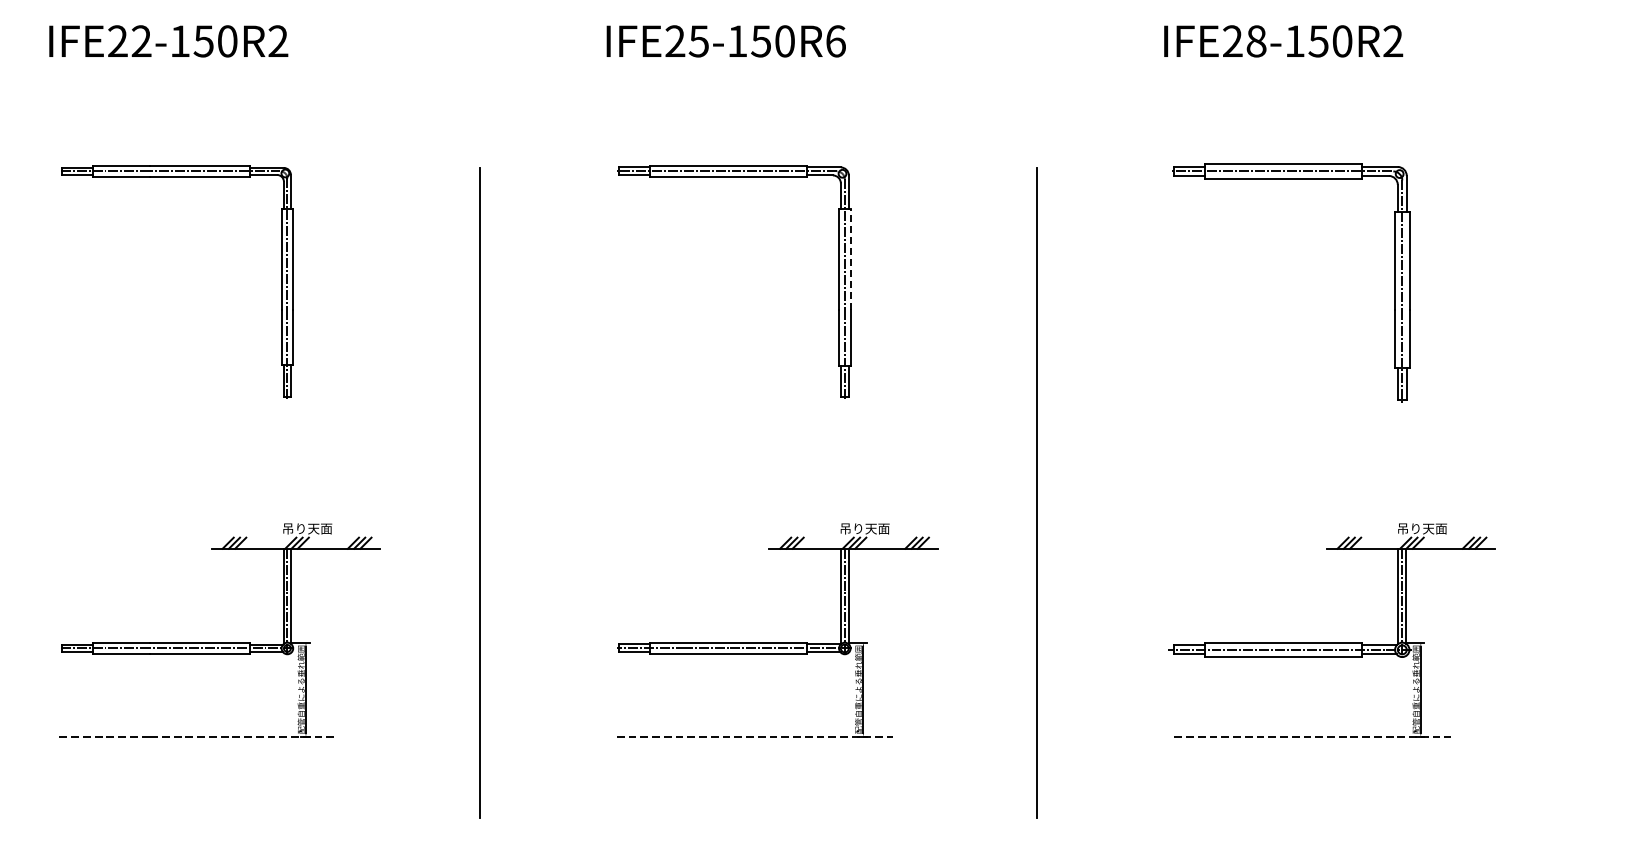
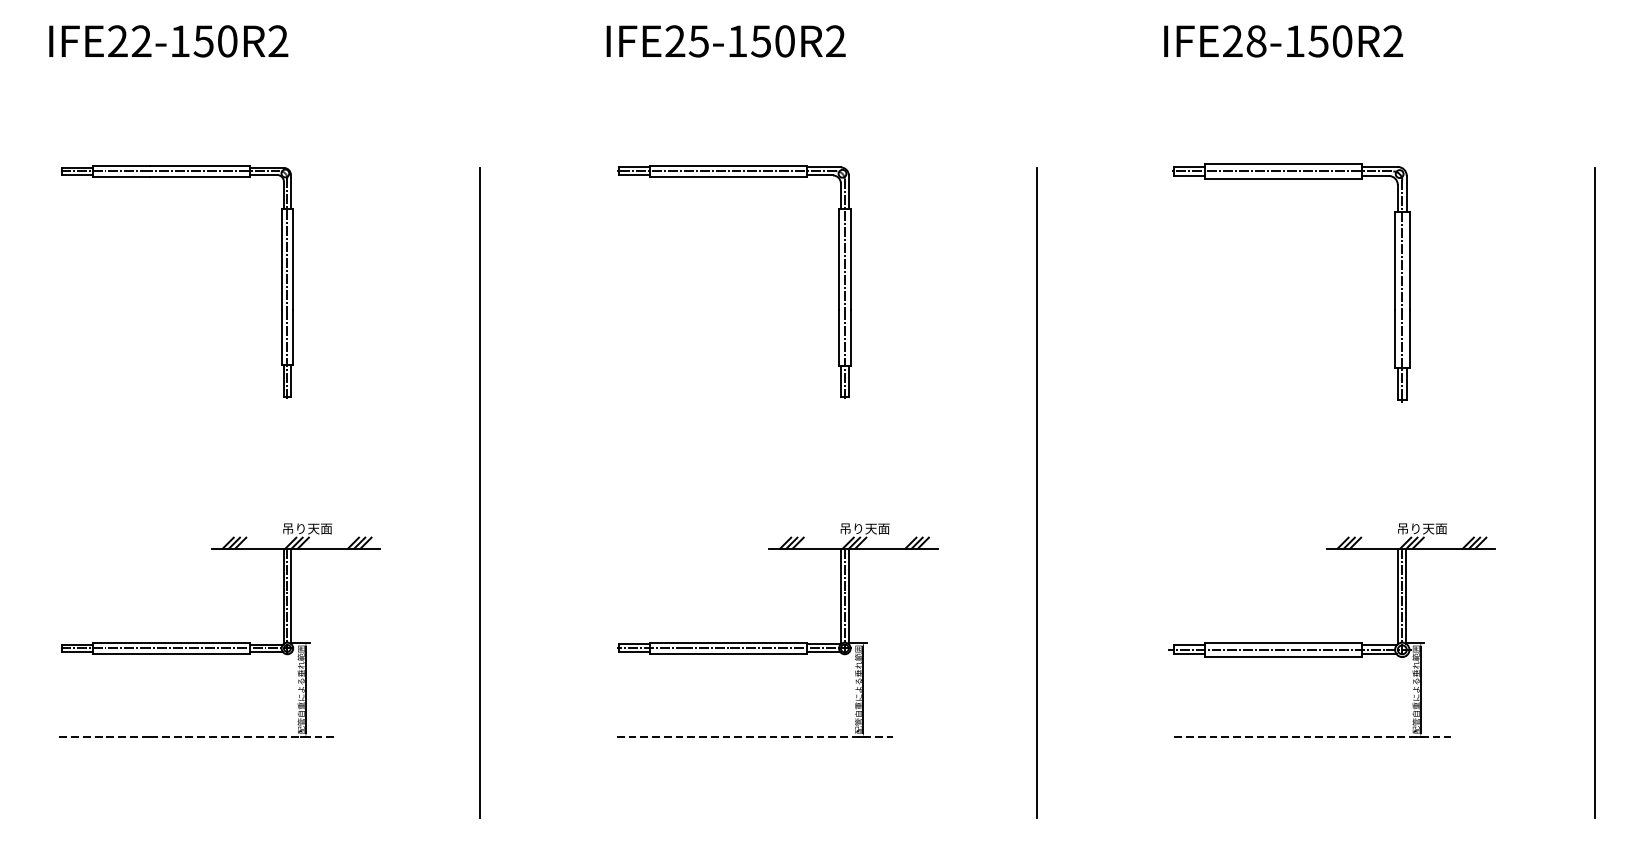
text at (835, 41): IFE25-150R6 -> IFE25-150R2
line at (850, 259): dashed -> solid
line at (1594, 492): none -> present
